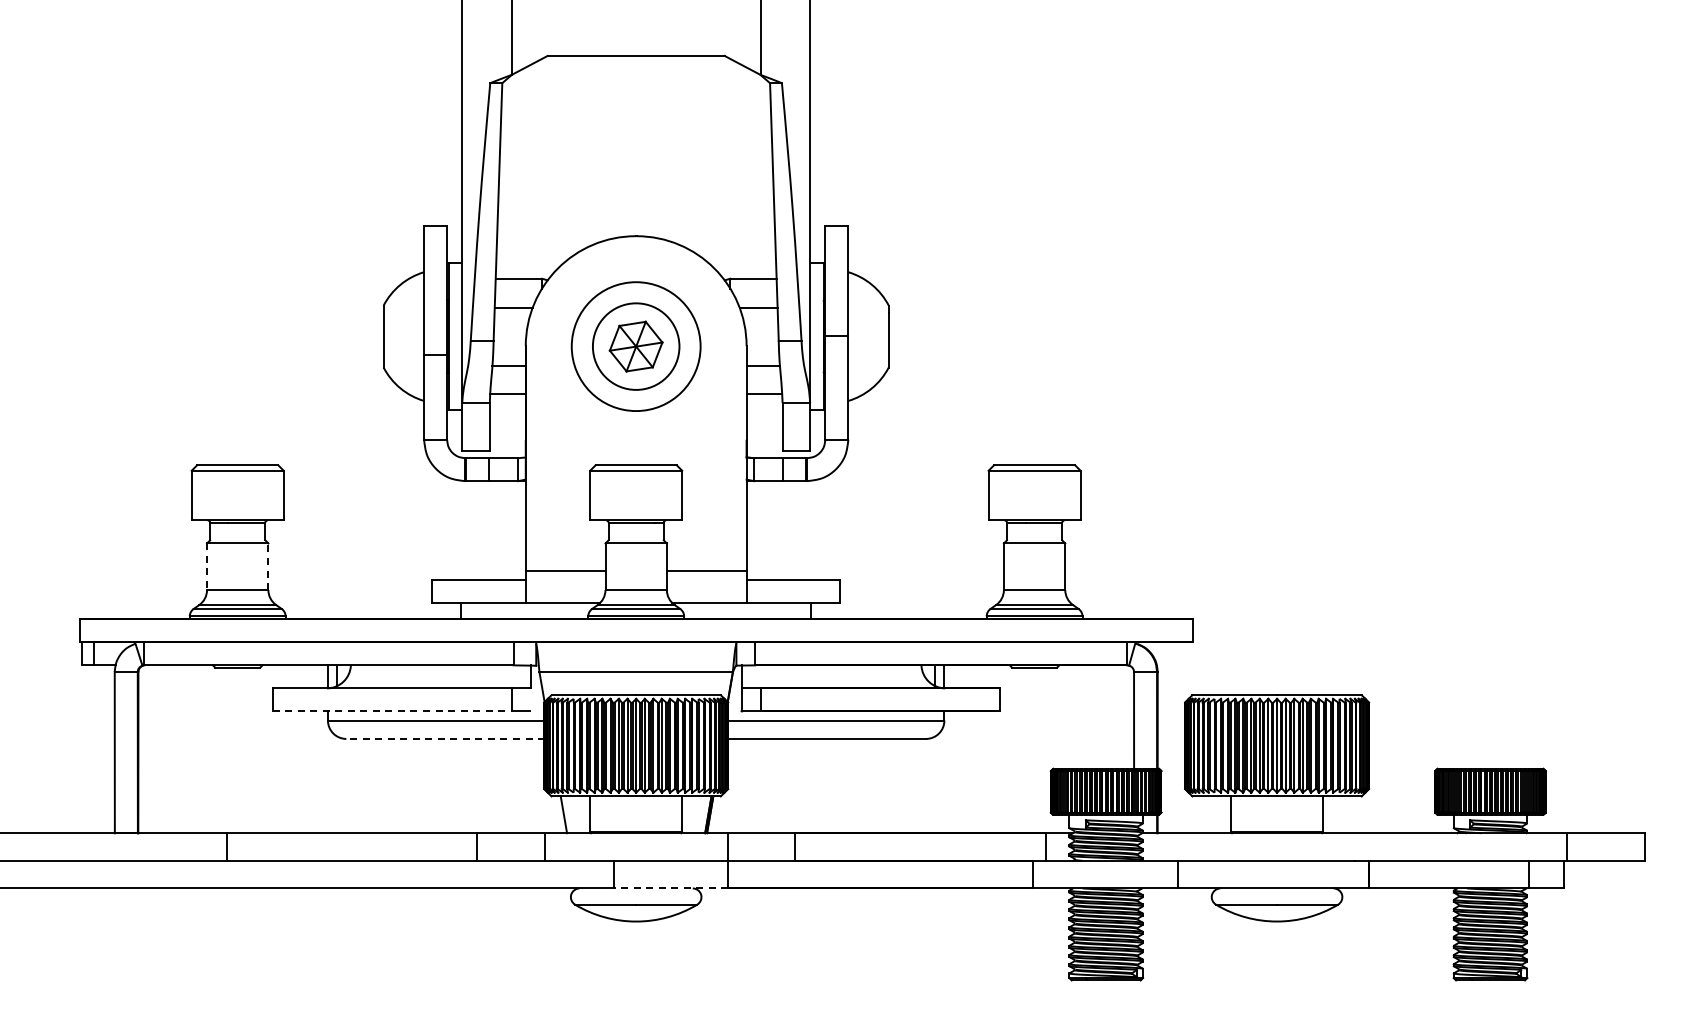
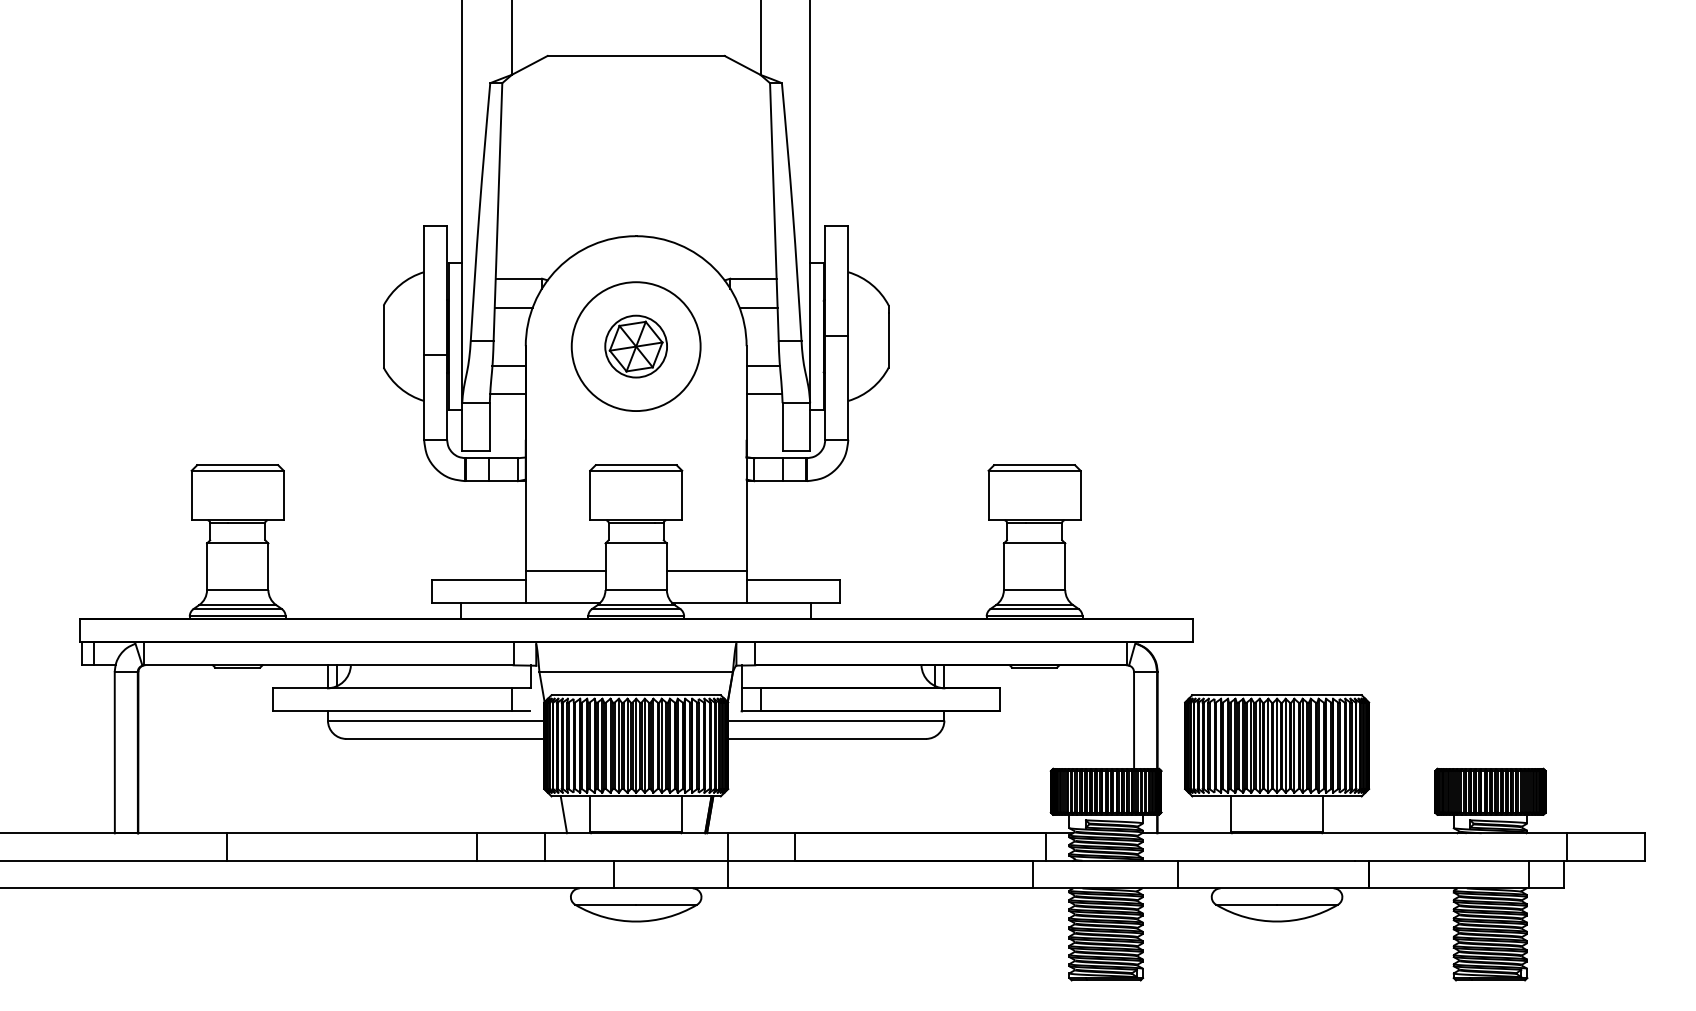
circle at (635, 346) diameter: 87 px -> 62 px
line at (268, 566): dashed -> solid
line at (207, 567): dashed -> solid
line at (392, 711): dashed -> solid
line at (445, 739): dashed -> solid
line at (670, 888): dashed -> solid
